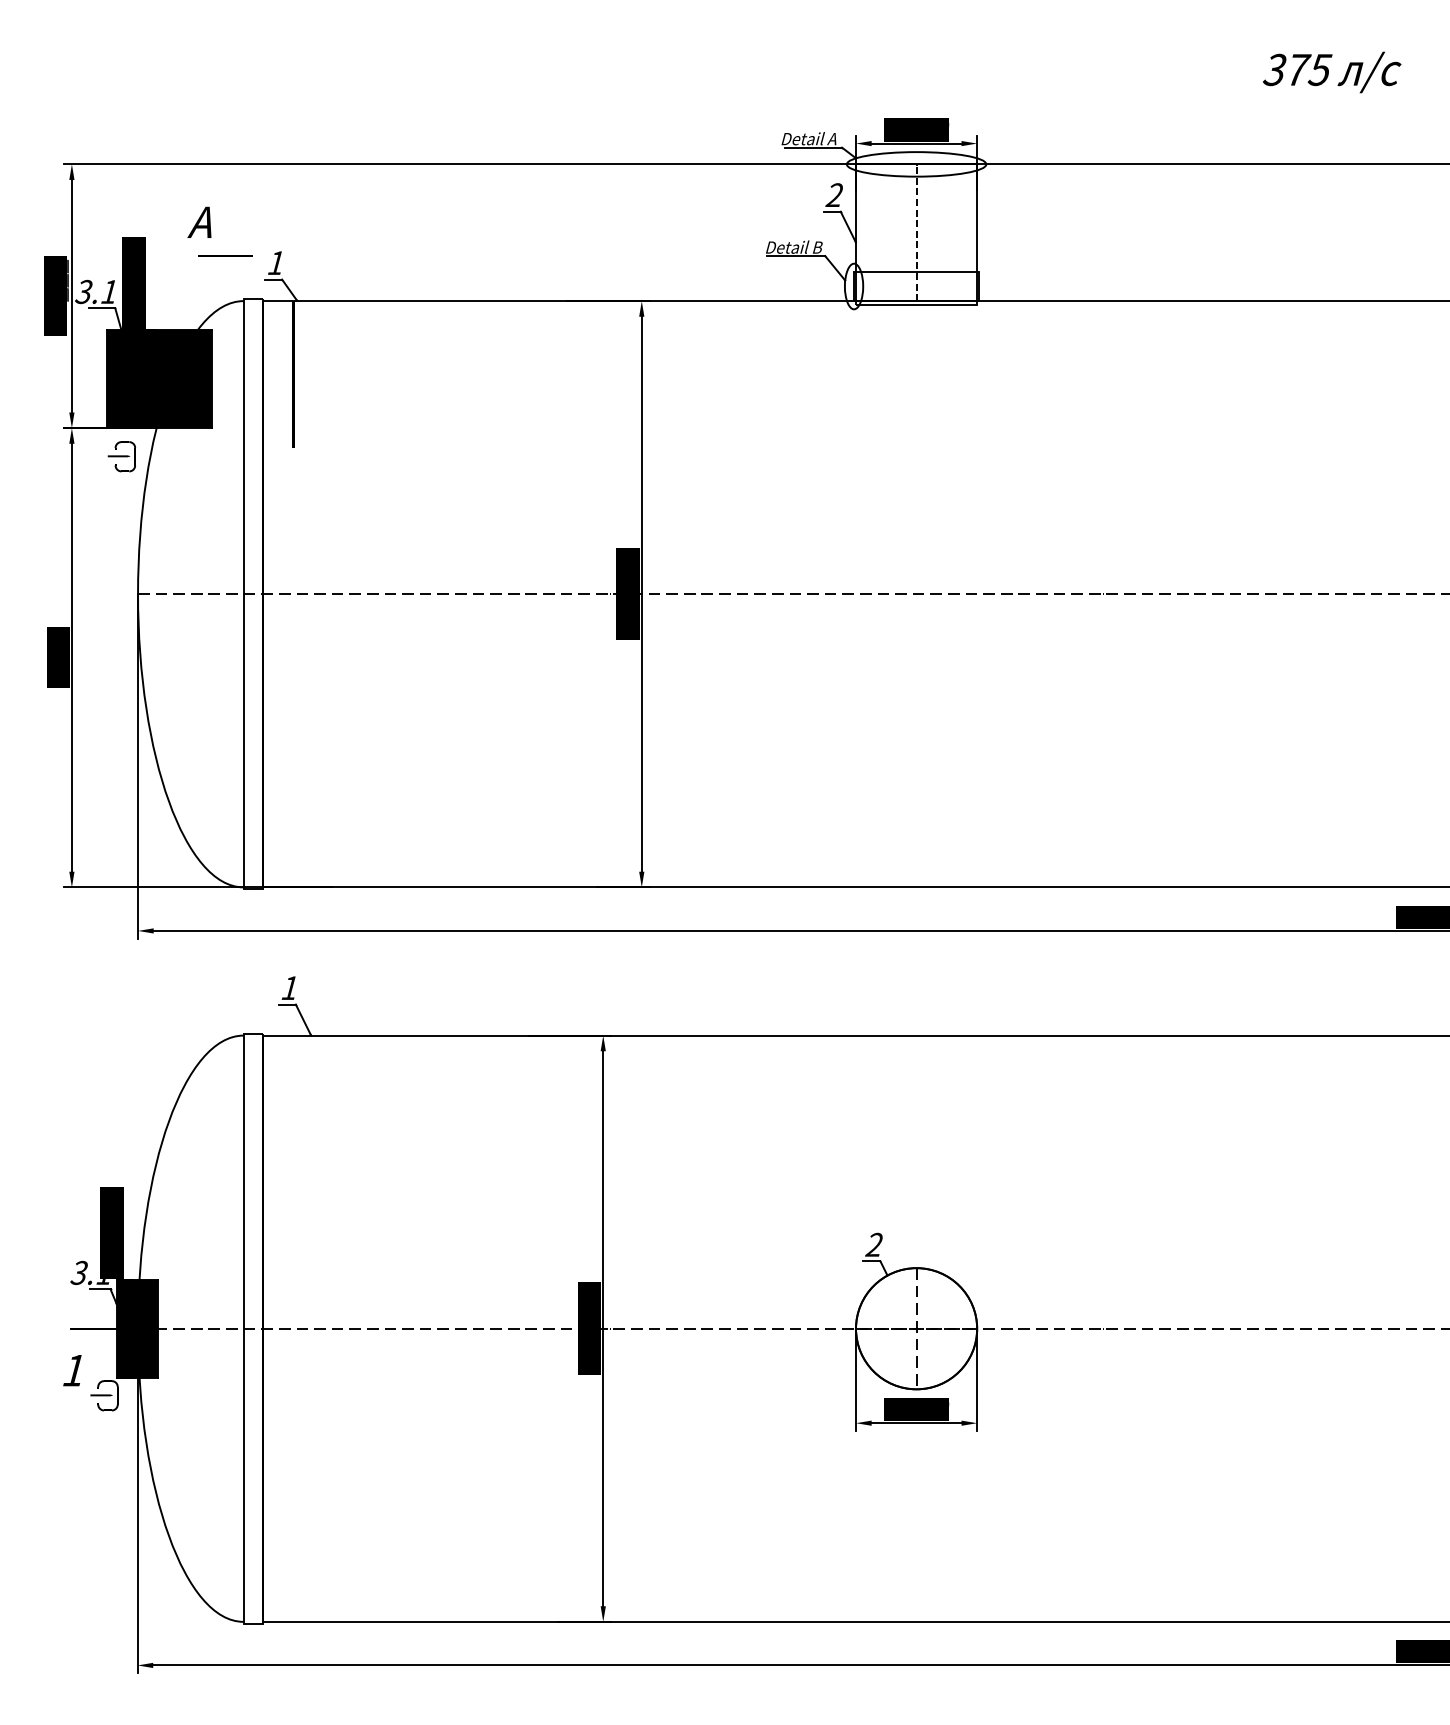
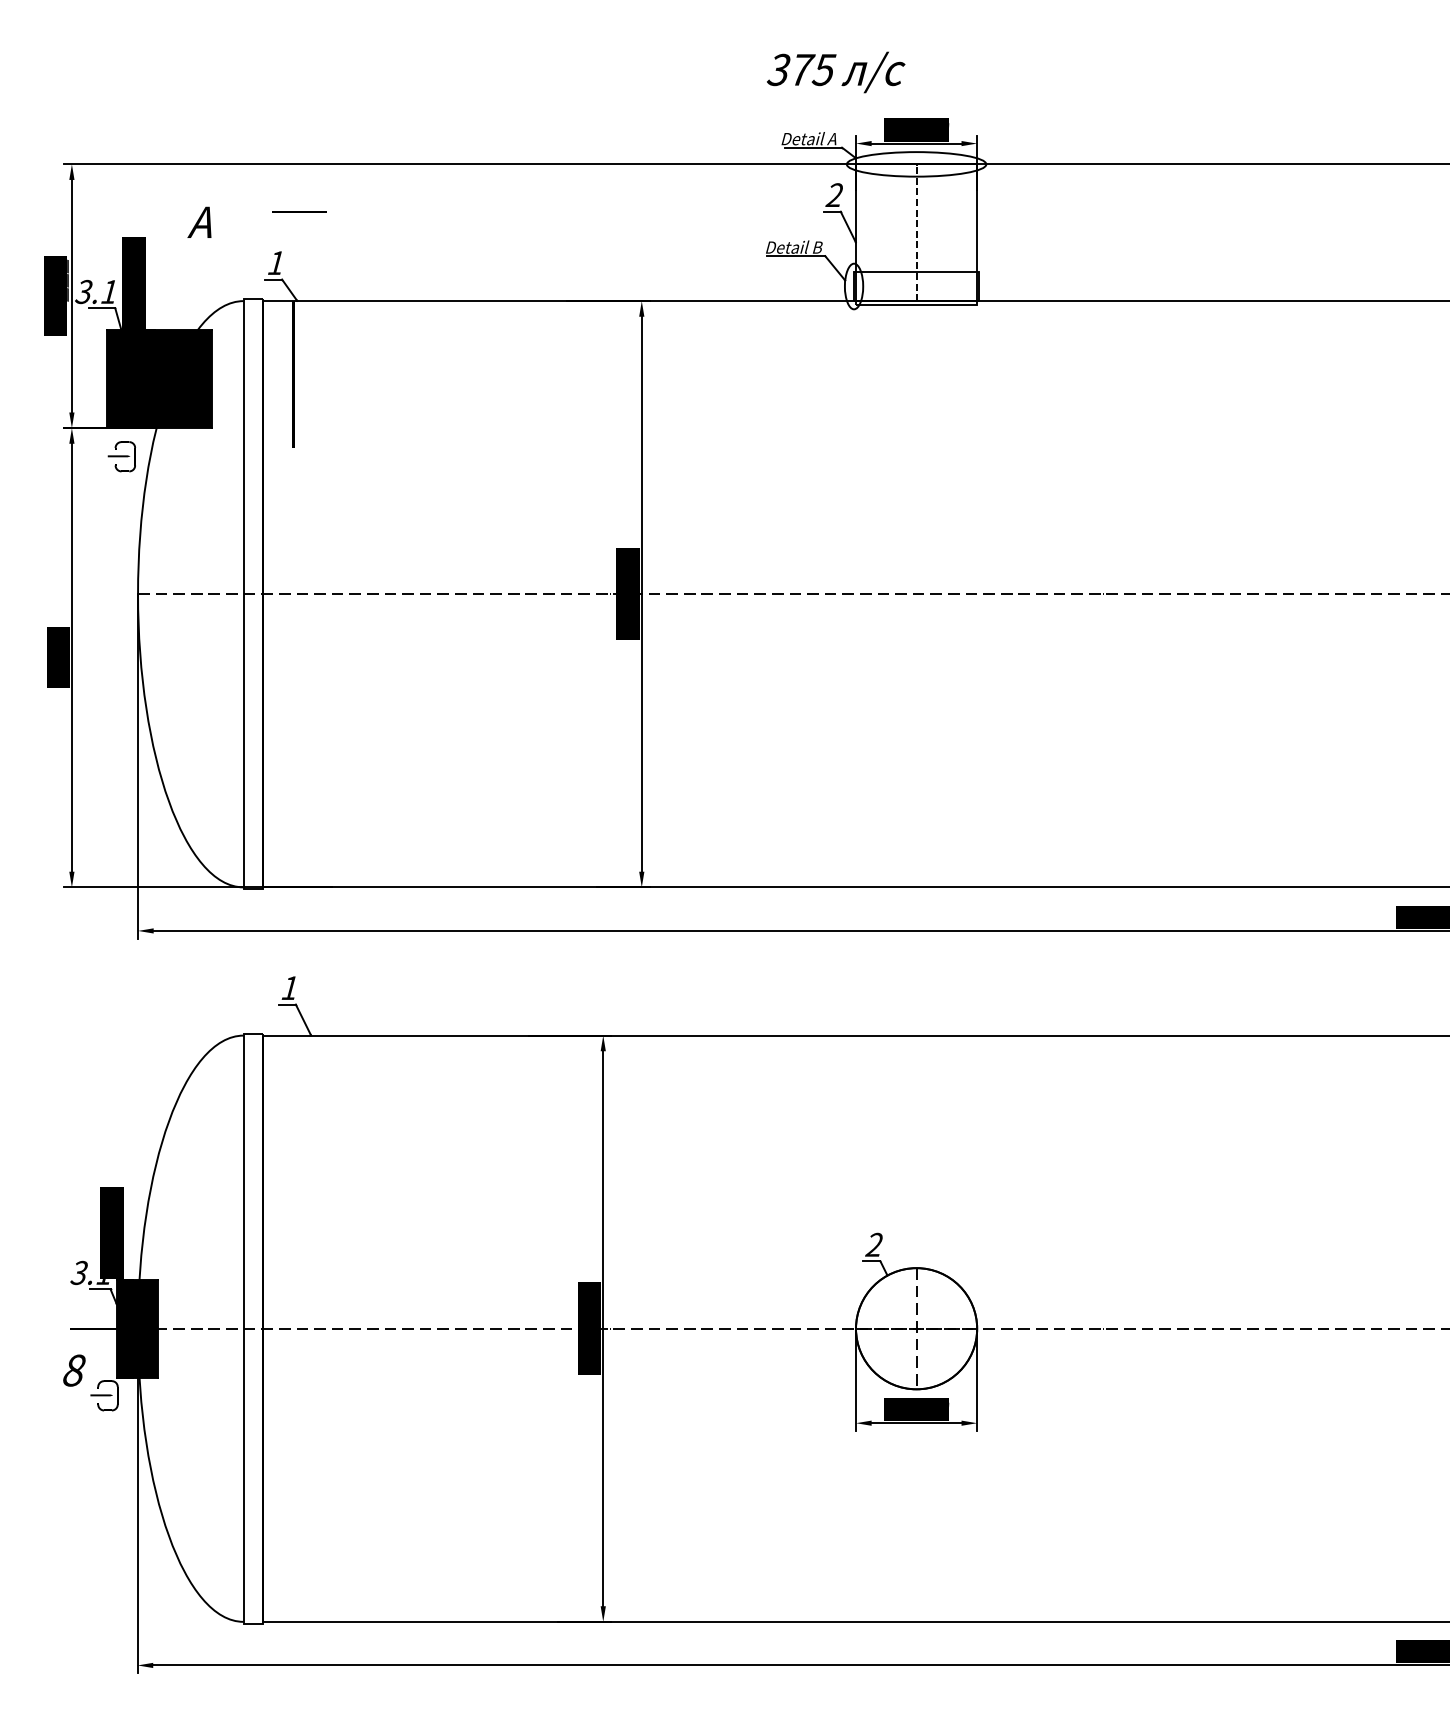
text at (1332, 72) position: (1332, 72) -> (836, 72)
line at (225, 255) position: (225, 255) -> (299, 211)
text at (74, 1370): 1 -> 8
